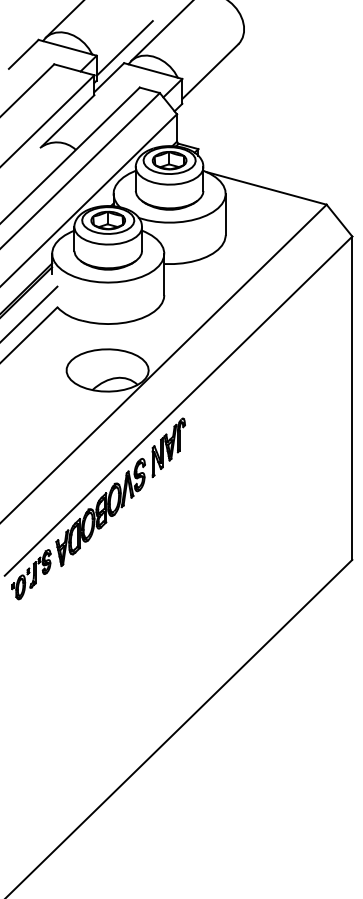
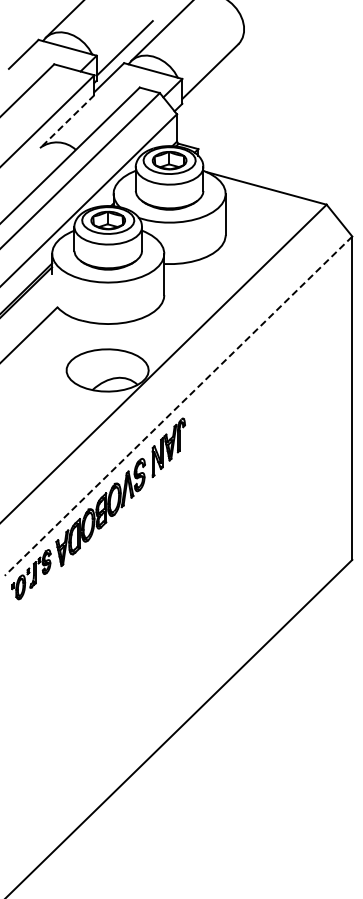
line at (68, 120): solid -> dashed
line at (29, 313): present -> none
line at (178, 406): solid -> dashed
